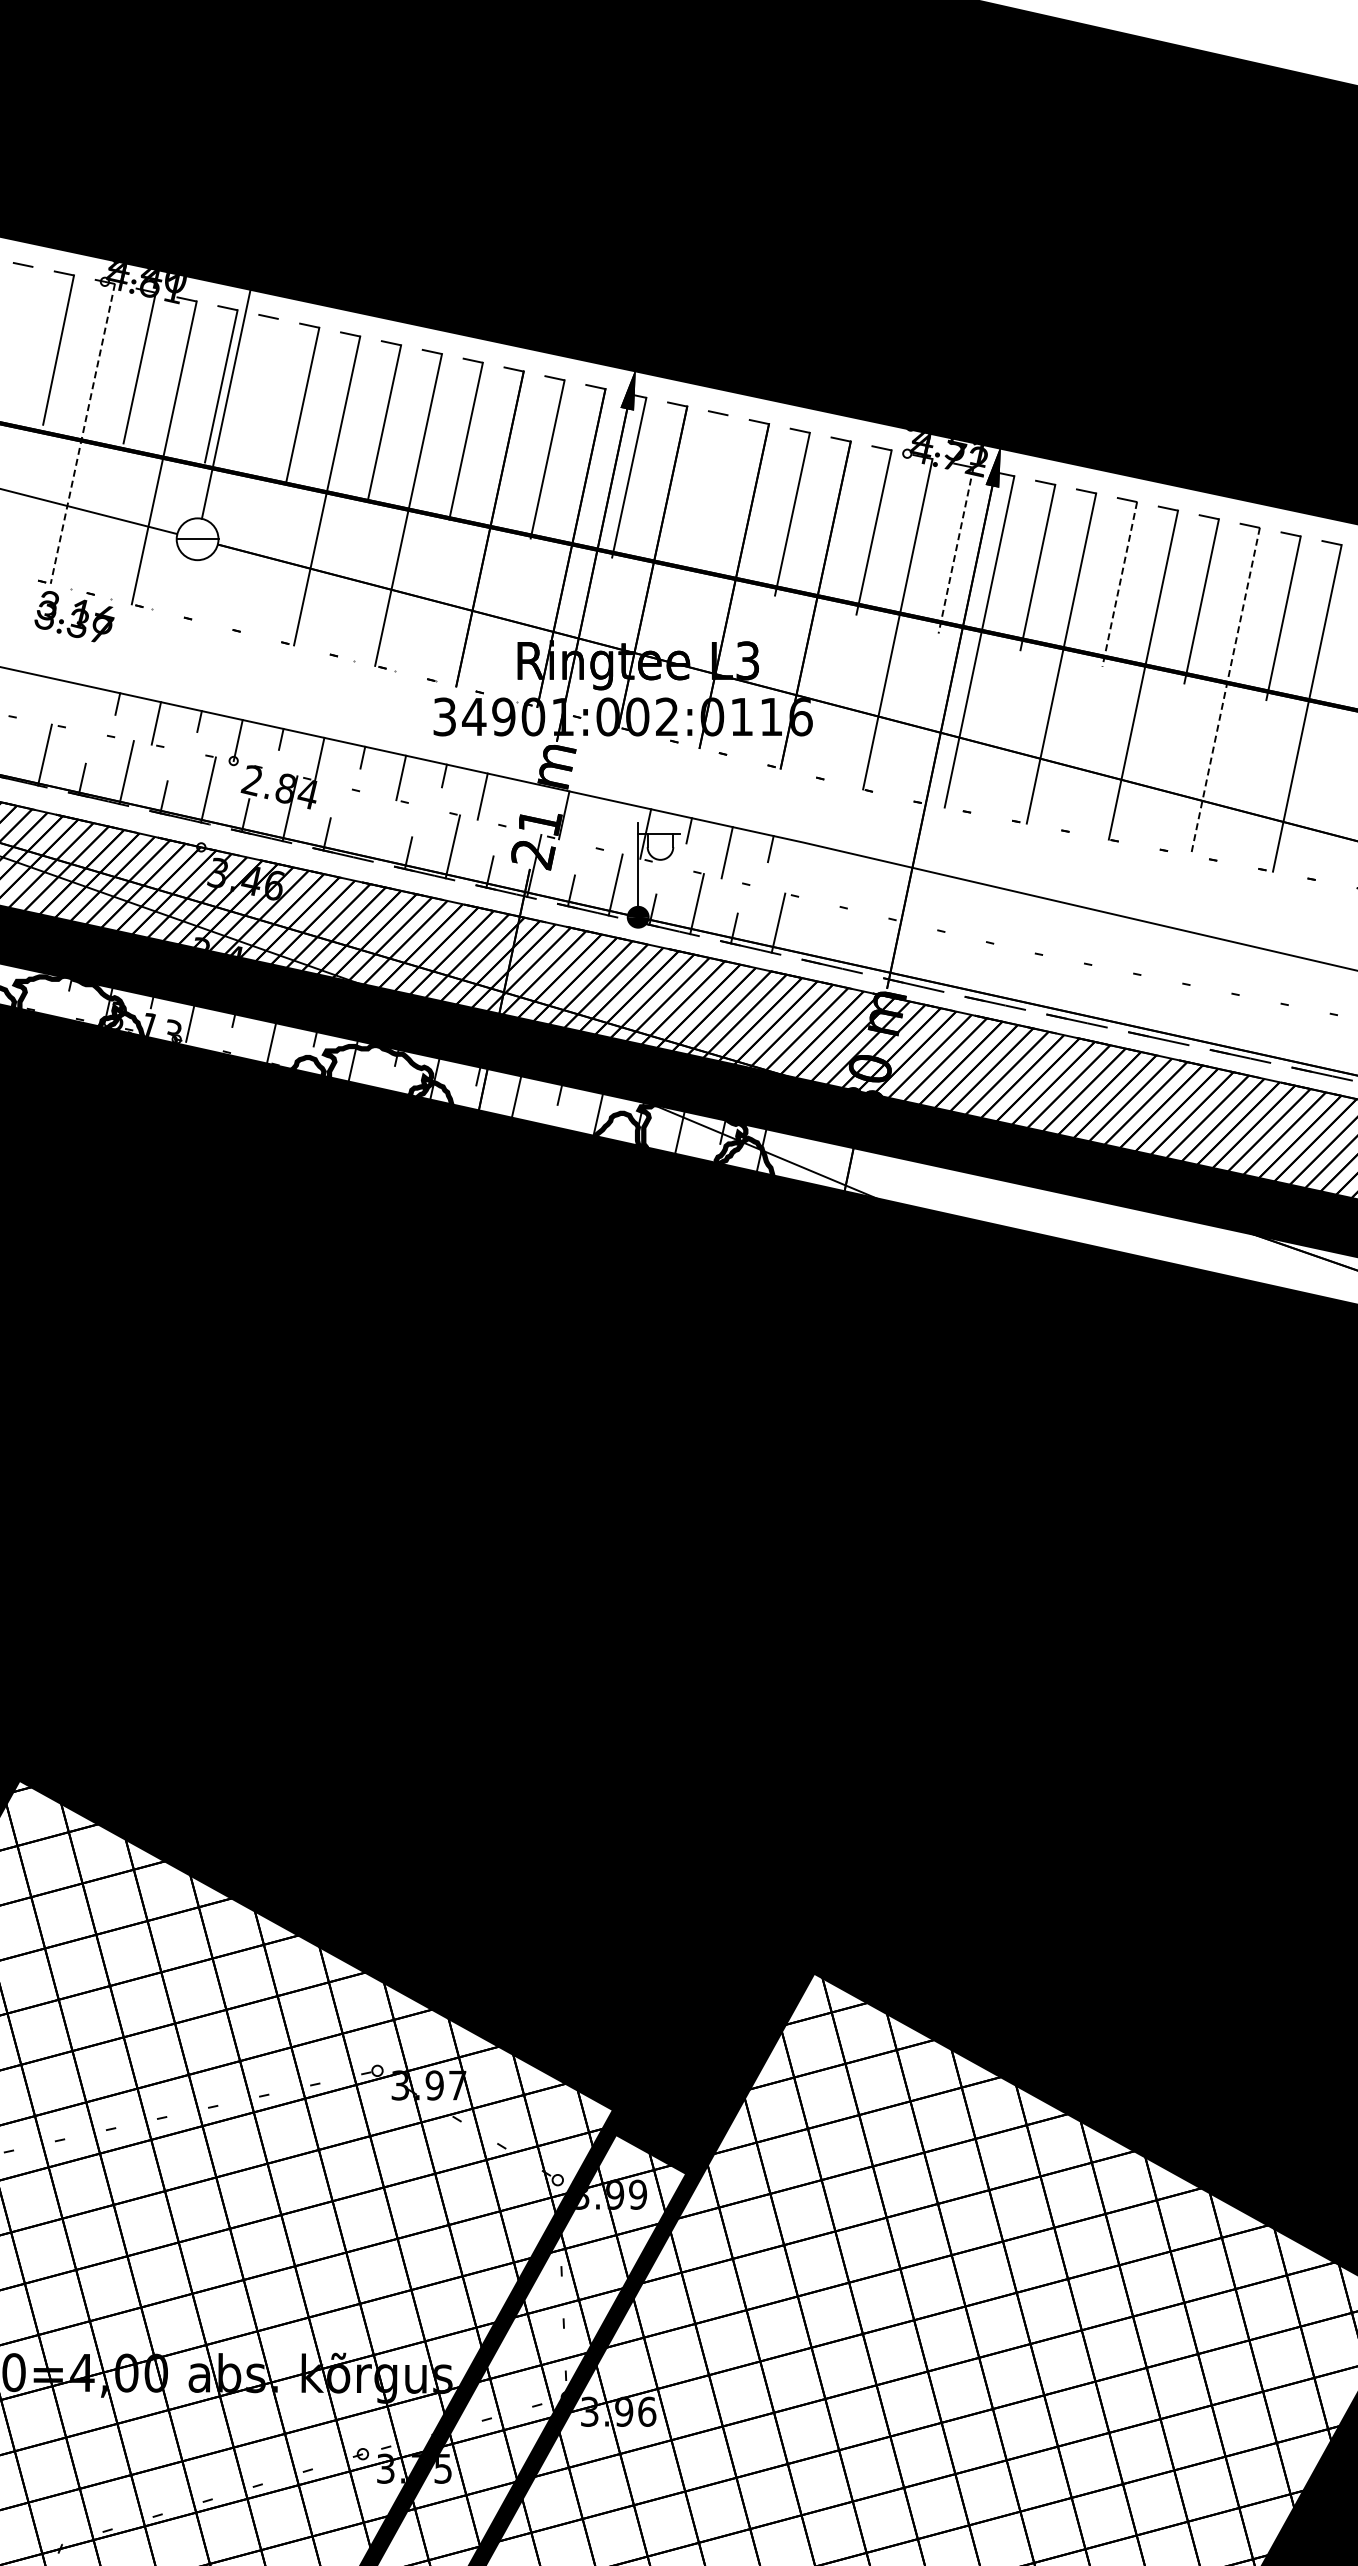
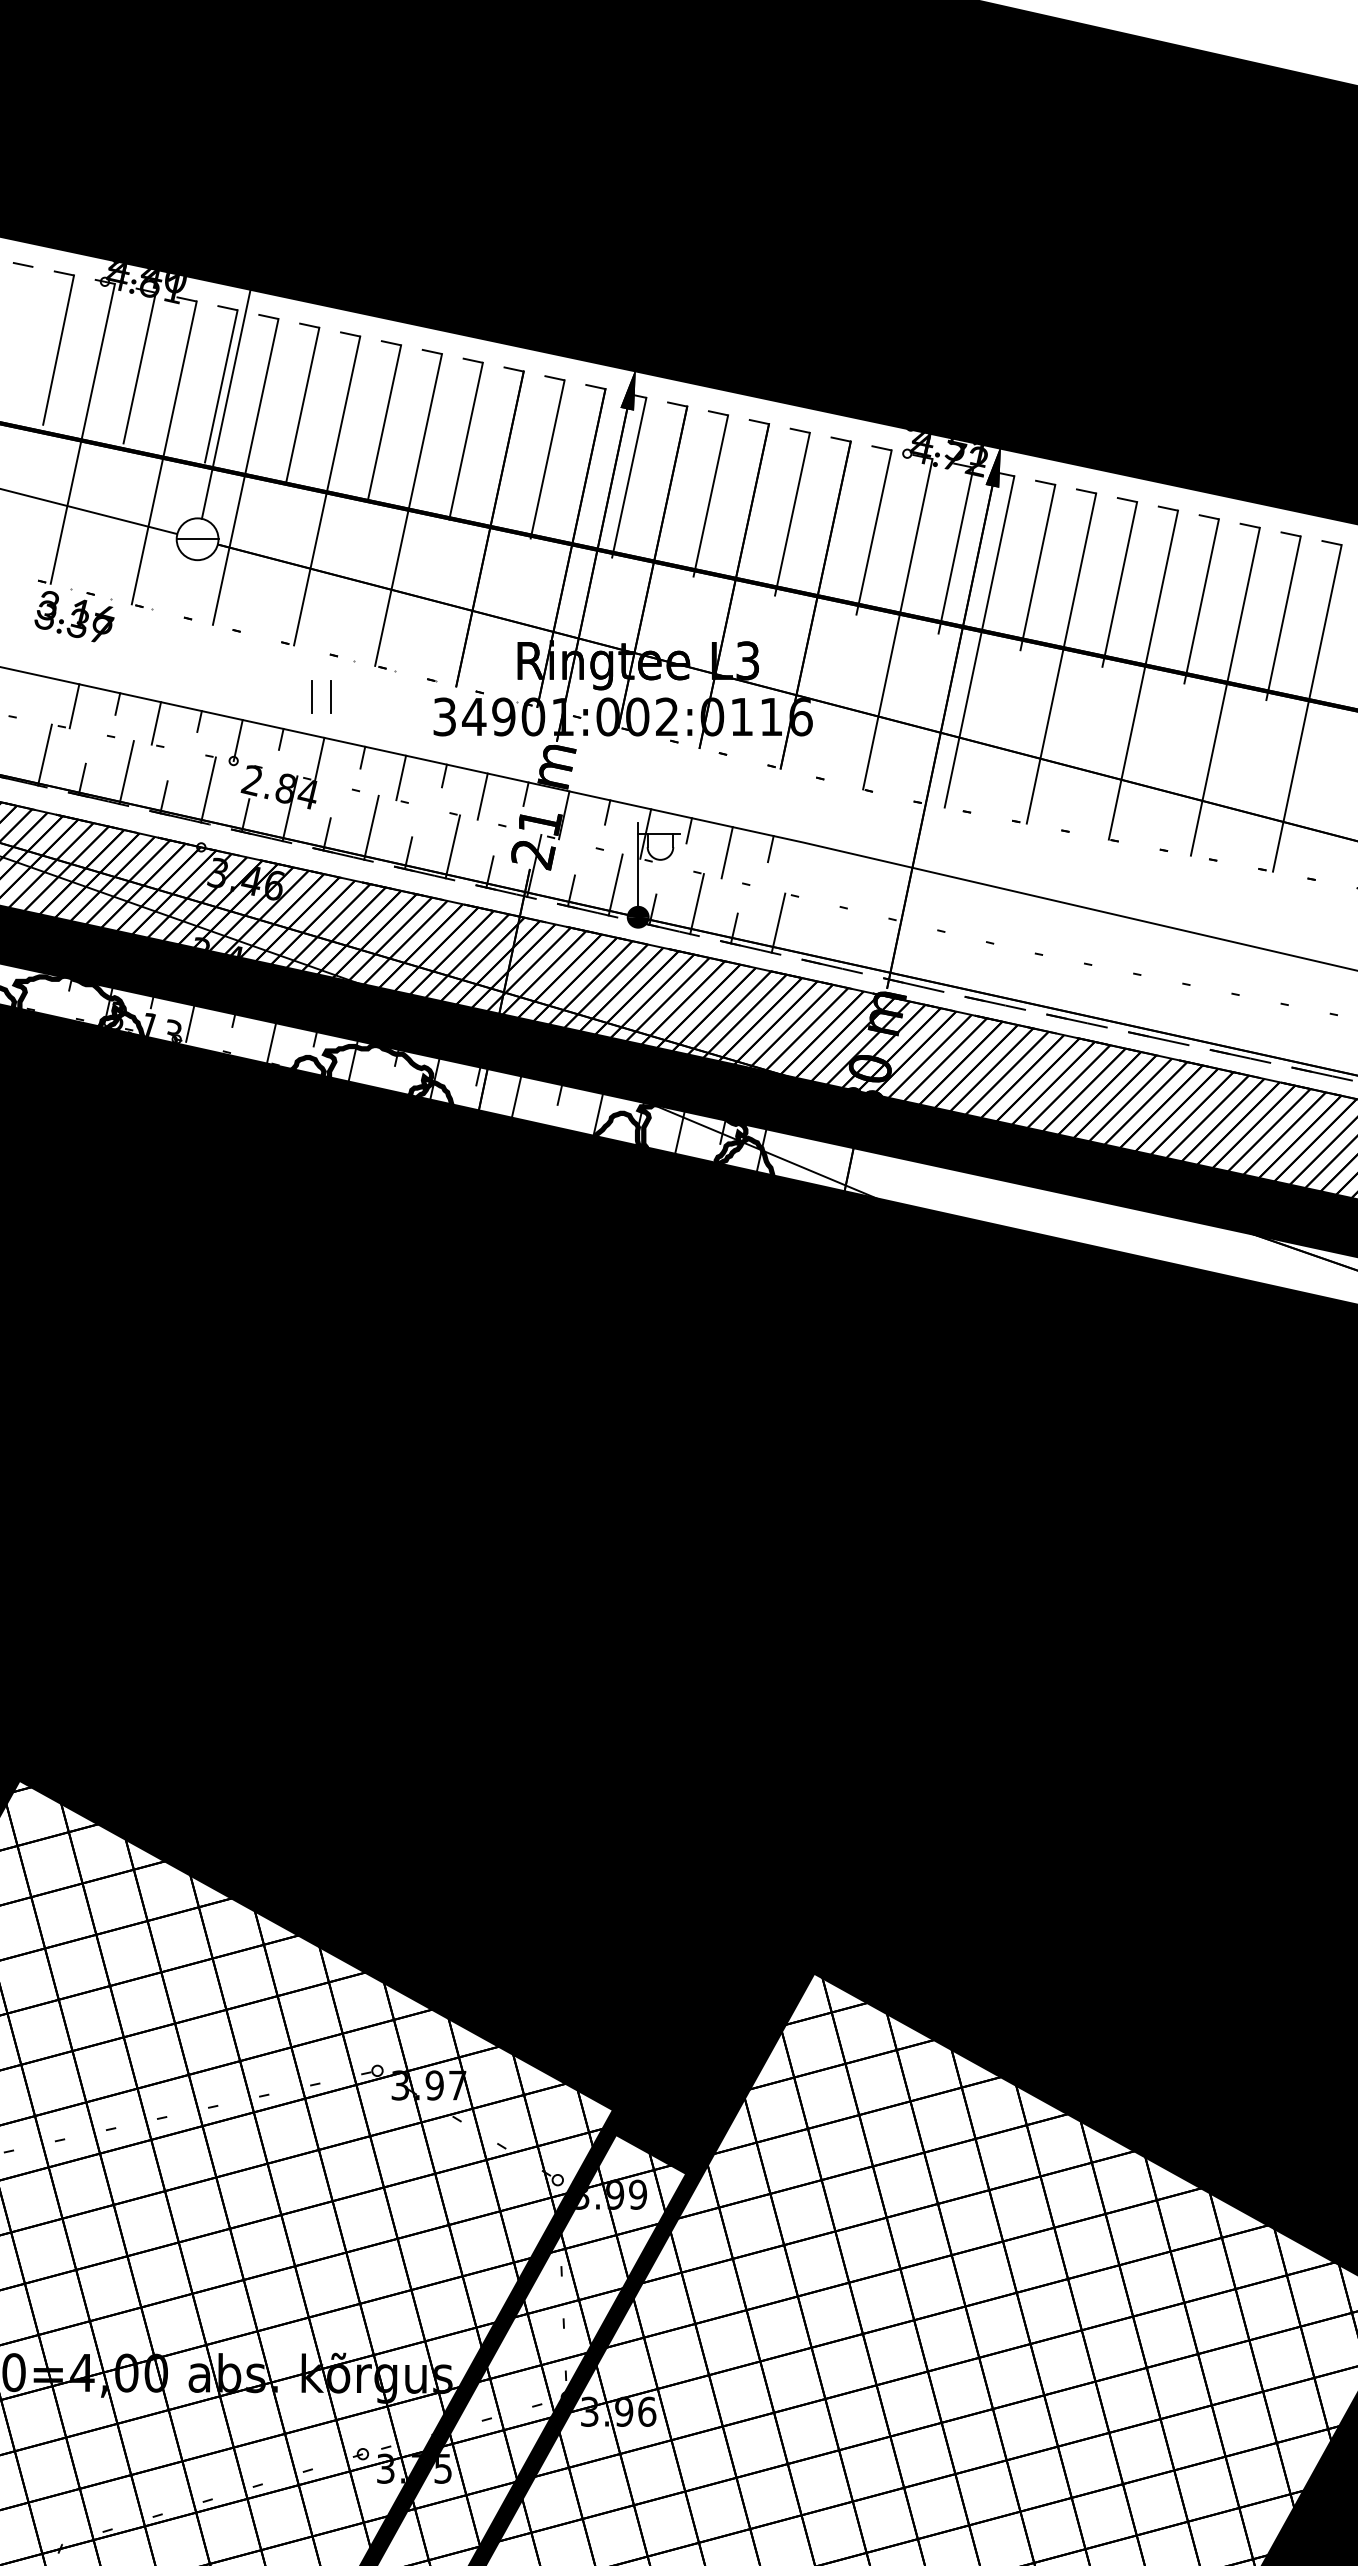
line at (82, 434): dashed -> solid
line at (245, 471): none -> present
line at (710, 495): none -> present
line at (956, 550): dashed -> solid
line at (1119, 584): dashed -> solid
line at (1225, 692): dashed -> solid
part at (312, 696): none -> present
line at (74, 706): none -> present
line at (525, 793): none -> present
line at (607, 812): none -> present
line at (371, 827): none -> present
